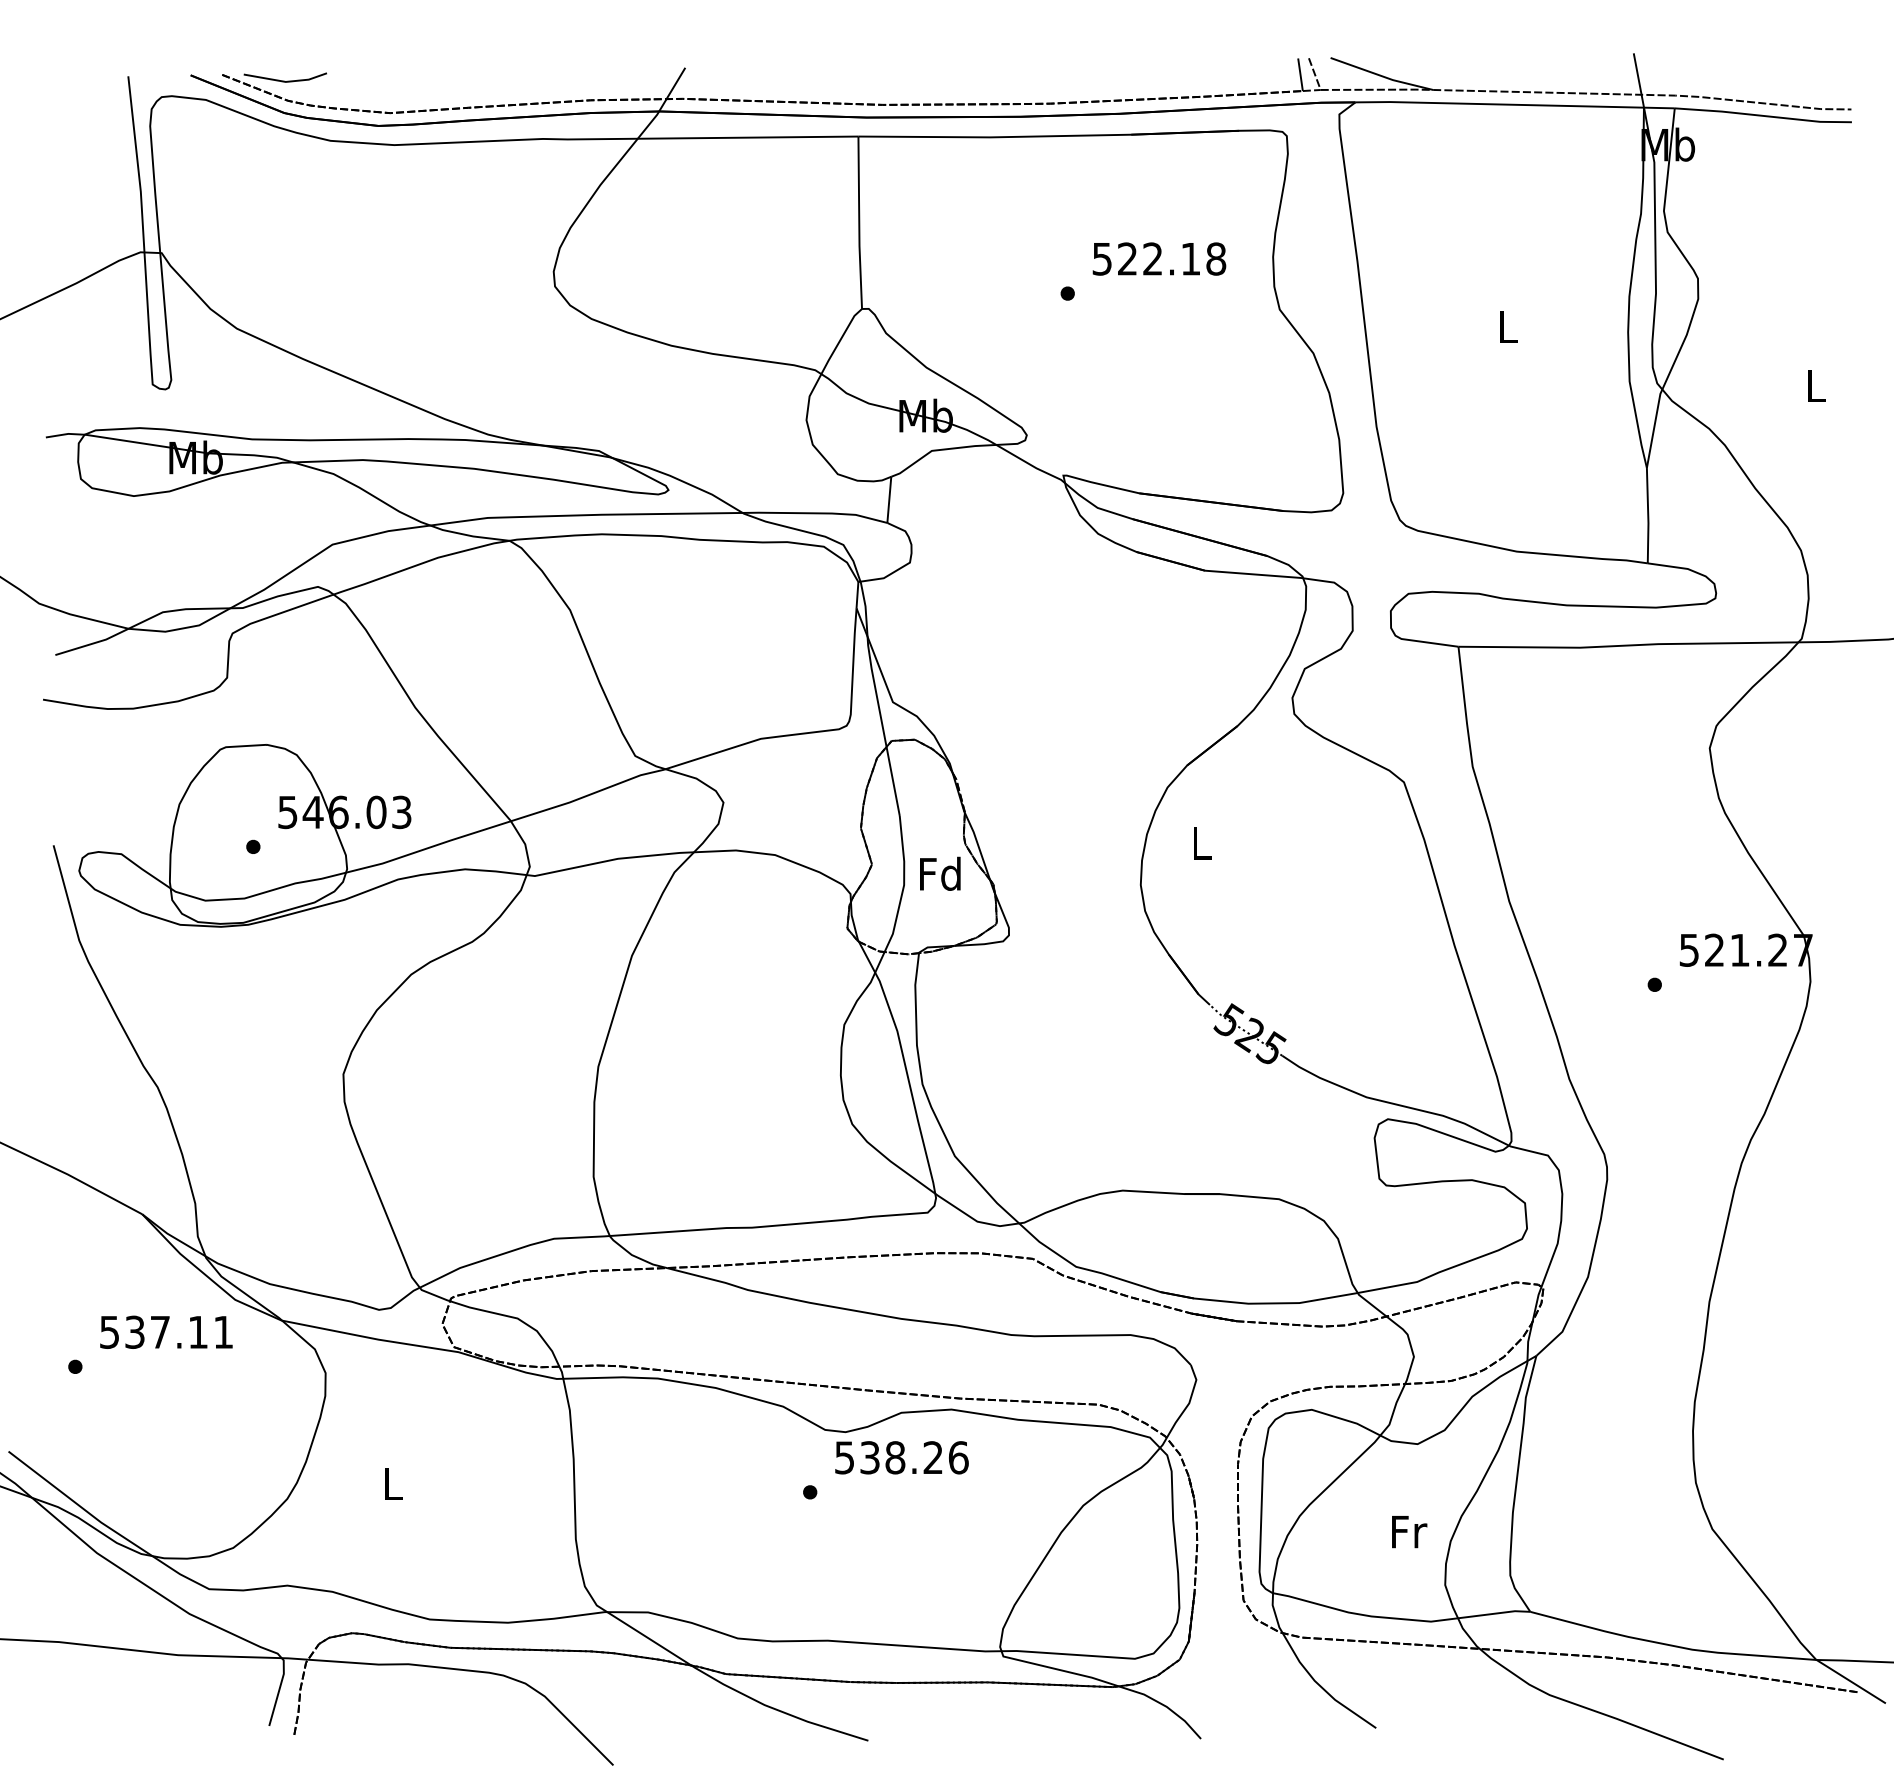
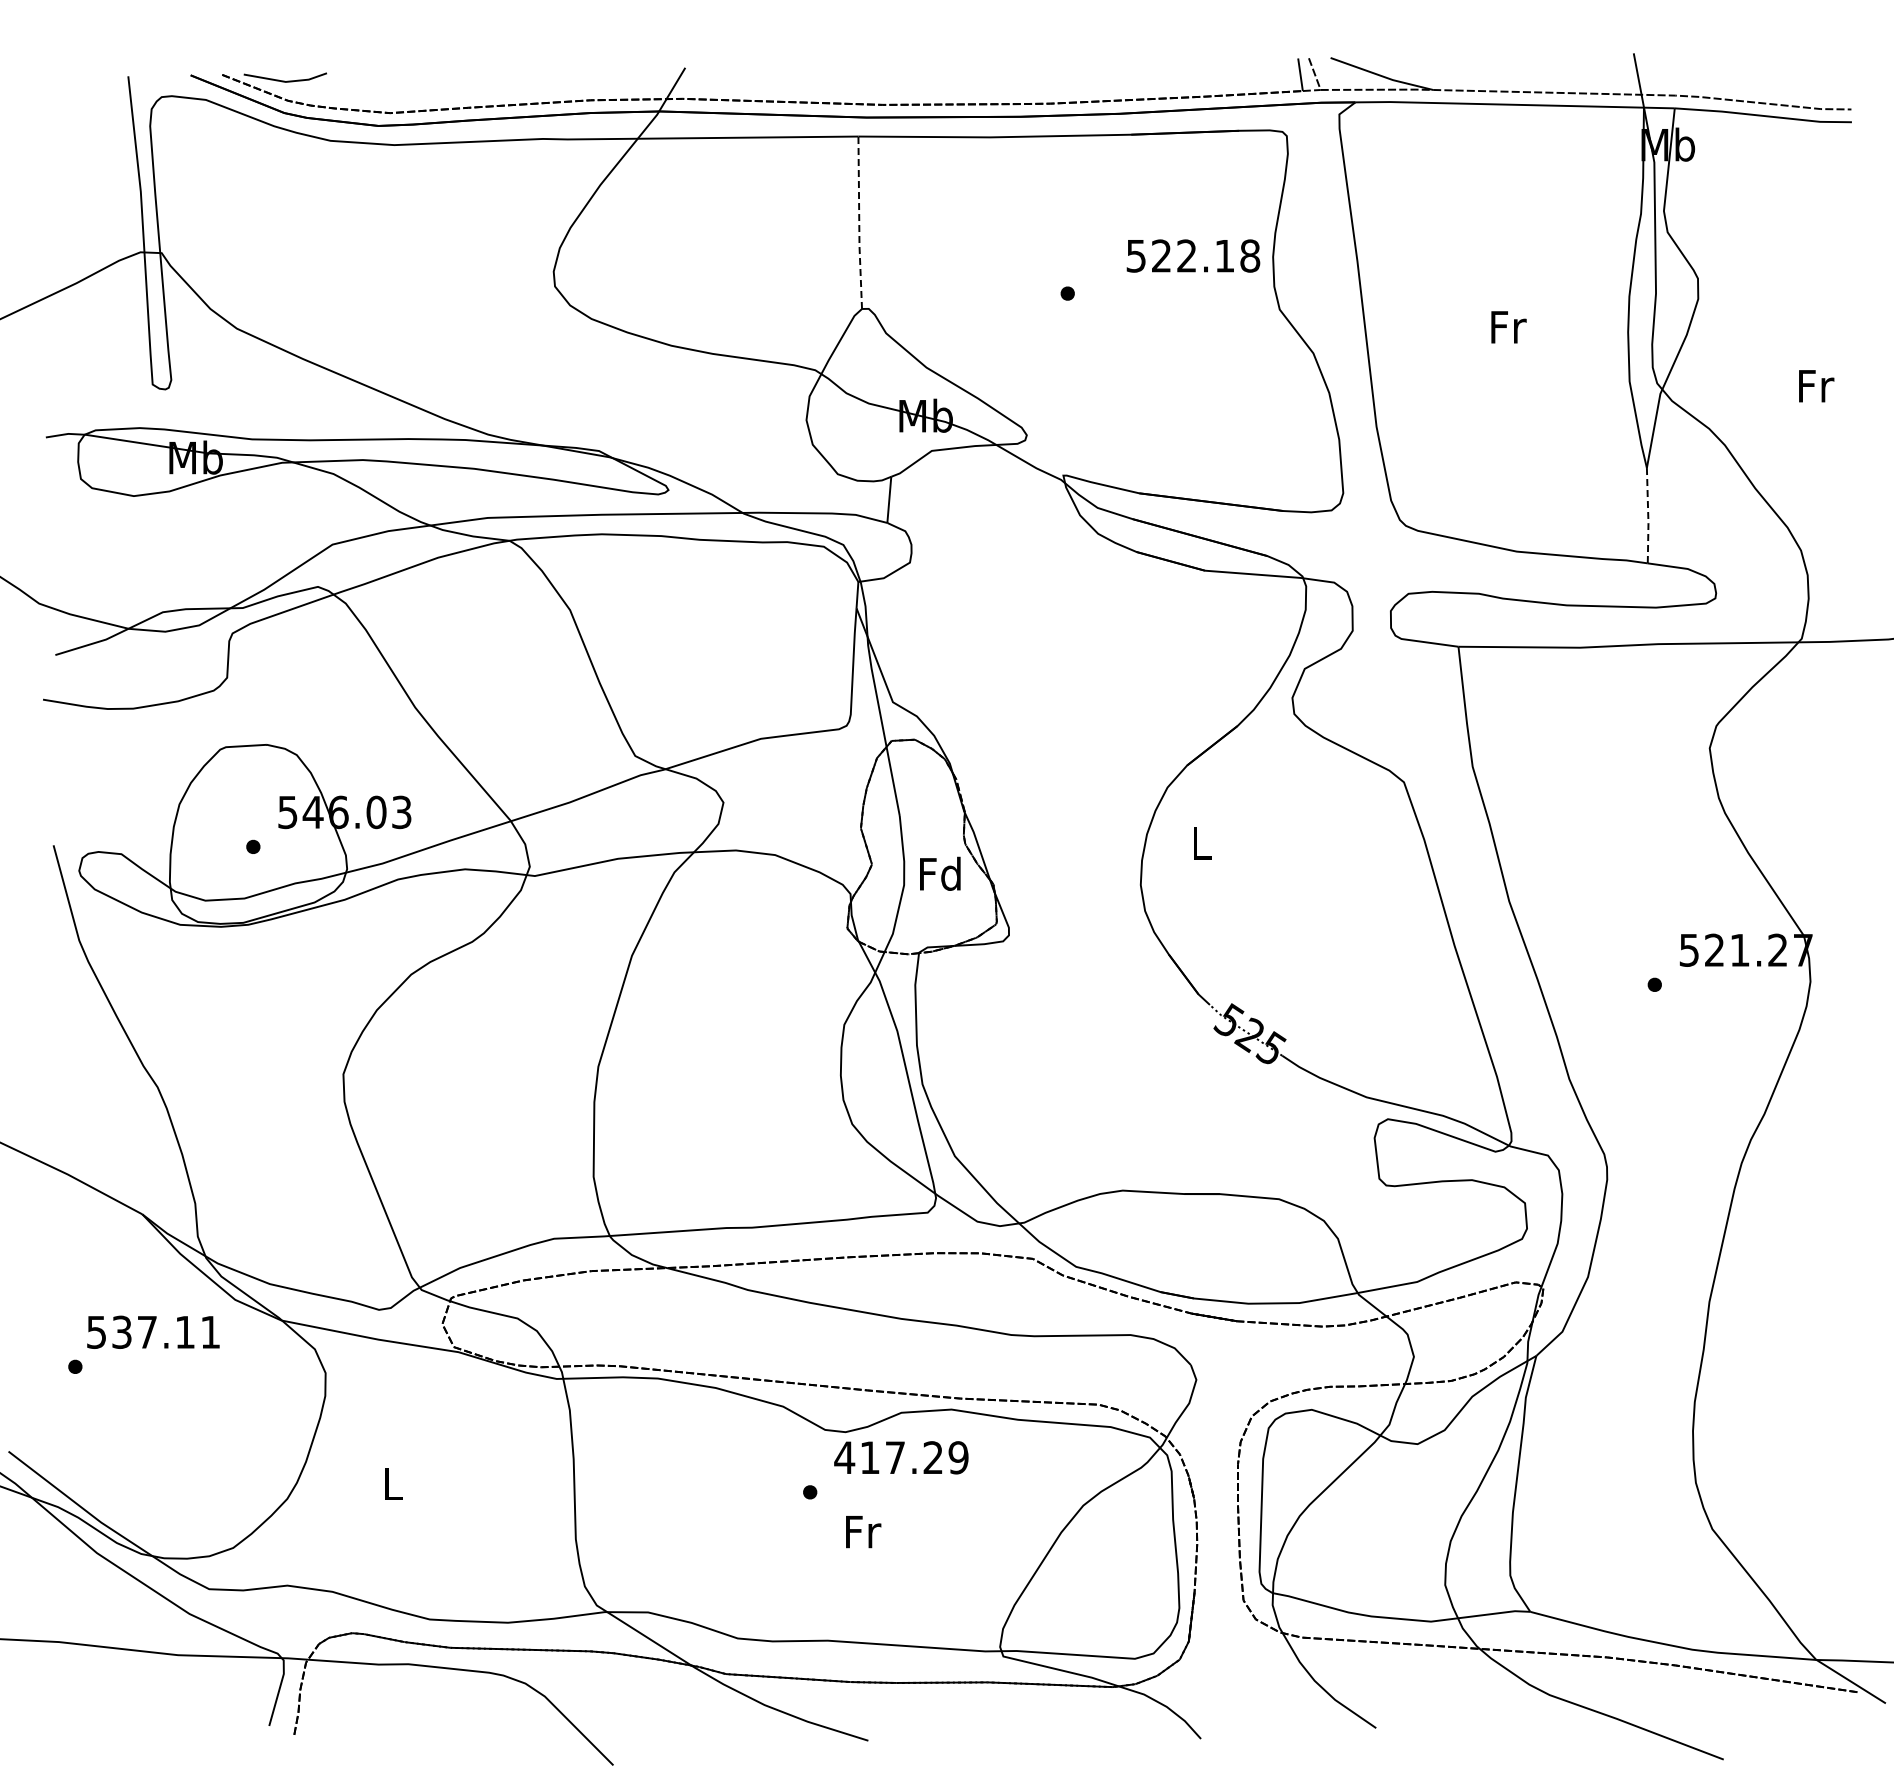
line at (859, 223): solid -> dashed
text at (1159, 258) position: (1159, 258) -> (1193, 255)
text at (1508, 327): L -> Fr
text at (1816, 386): L -> Fr
line at (1648, 516): solid -> dashed
text at (166, 1331) position: (166, 1331) -> (153, 1331)
text at (901, 1457): 538.26 -> 417.29
text at (1409, 1532) position: (1409, 1532) -> (863, 1532)
